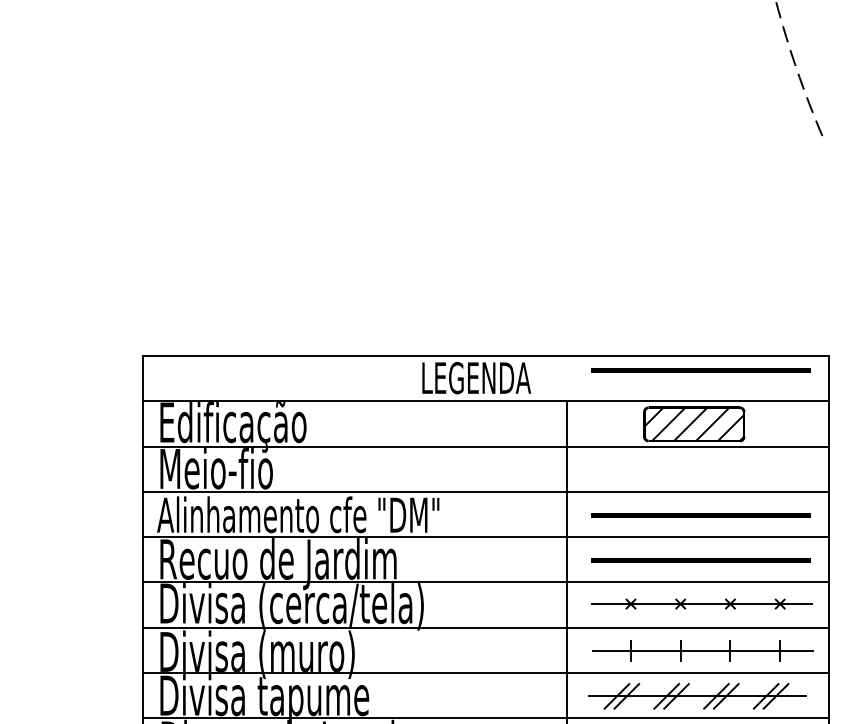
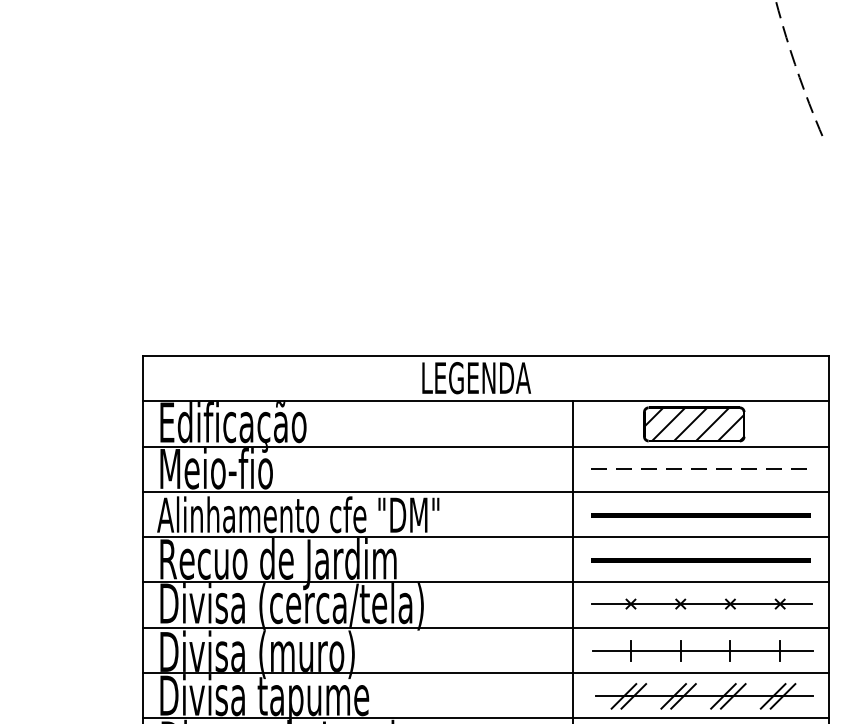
line at (700, 370): present -> none
line at (698, 468): none -> present
line at (567, 560) position: (567, 560) -> (573, 560)
part at (697, 696) position: (697, 696) -> (704, 696)
